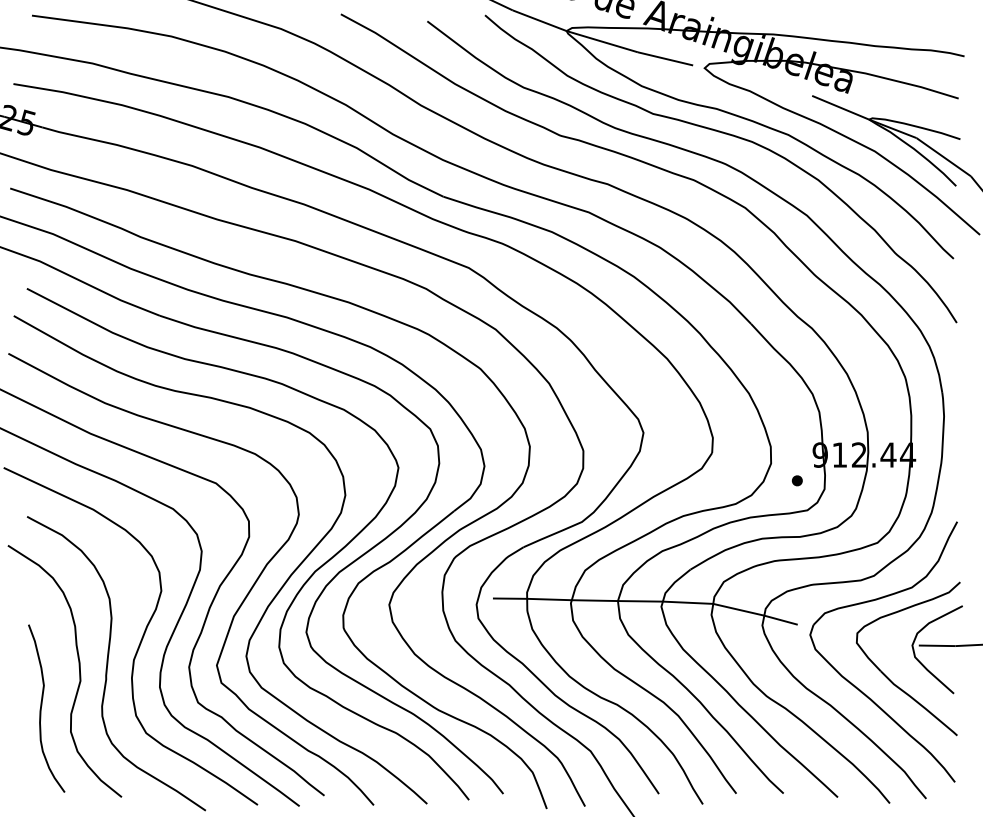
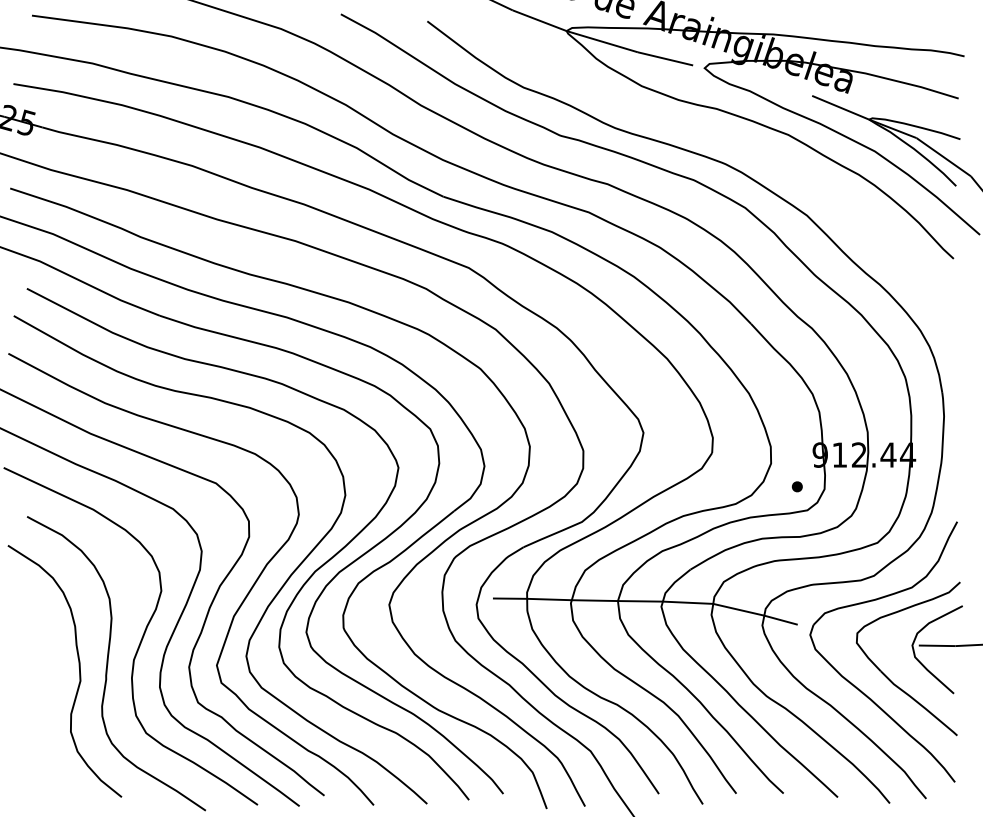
curve at (728, 135): present -> none
part at (796, 480) position: (796, 480) -> (796, 486)
curve at (42, 706): present -> none
